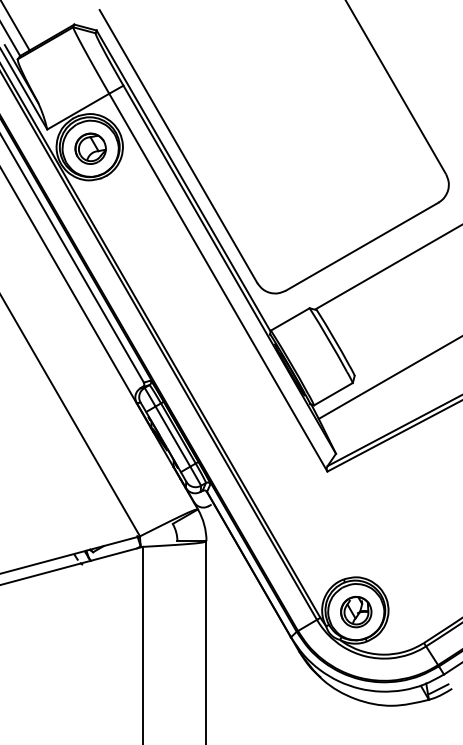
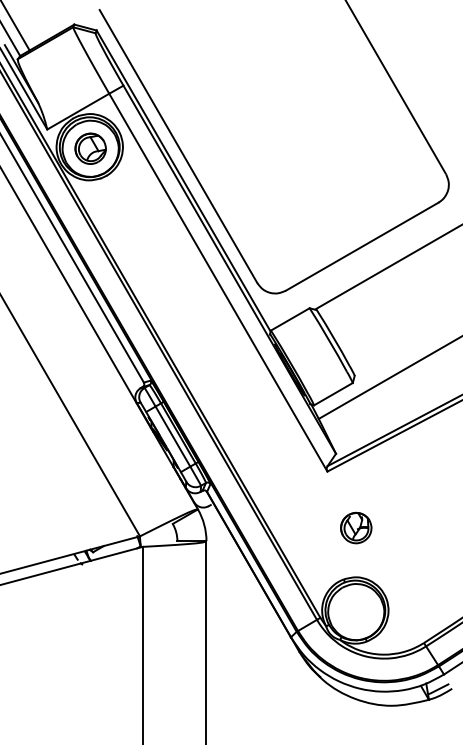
part at (356, 611) position: (356, 611) -> (356, 527)
